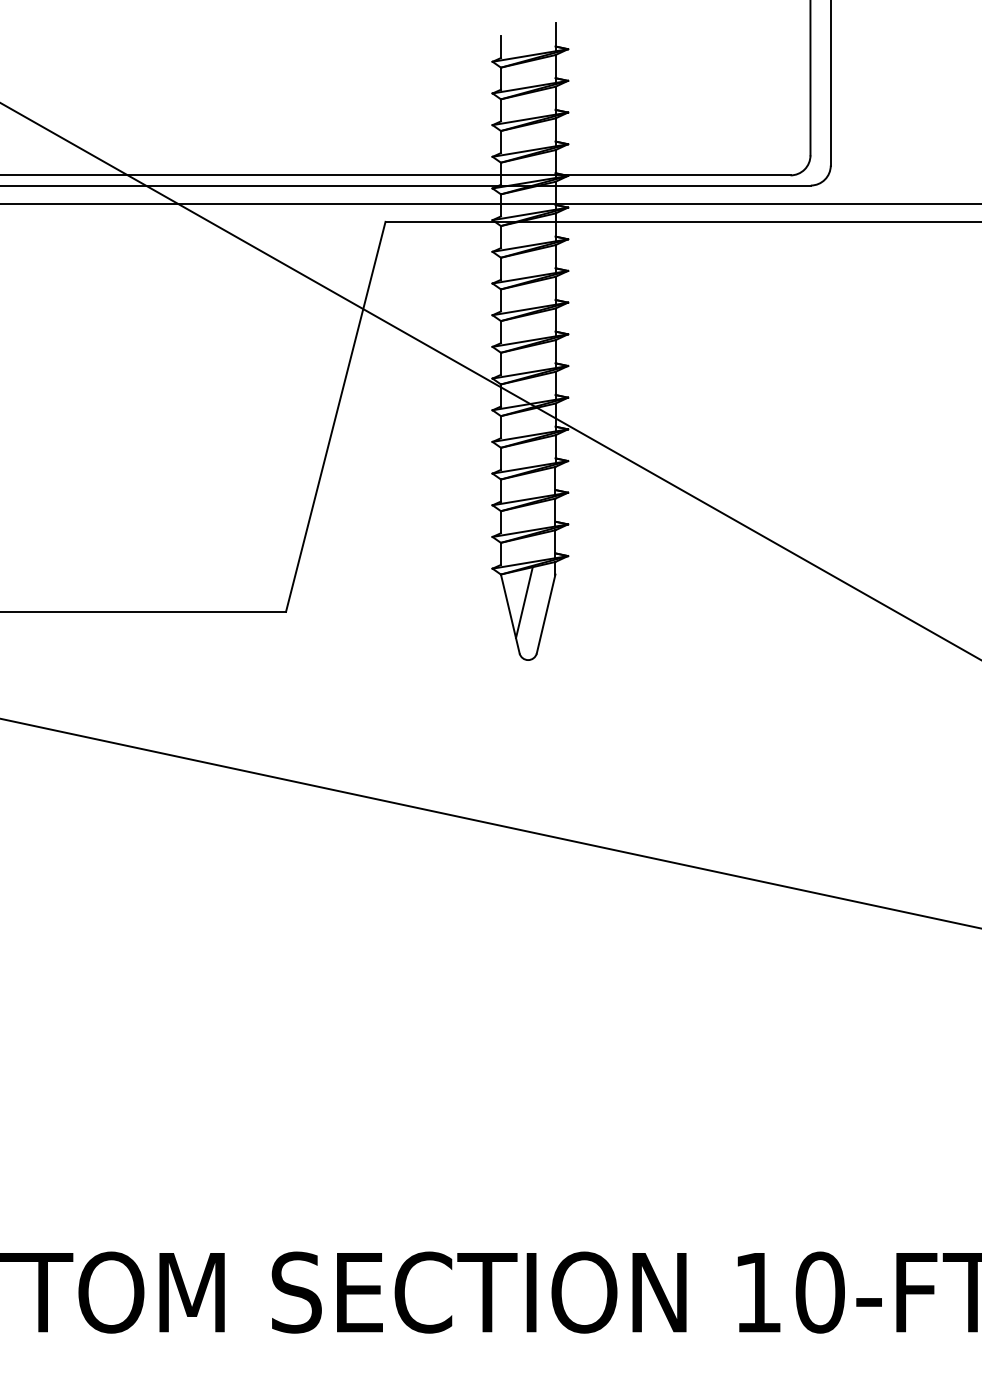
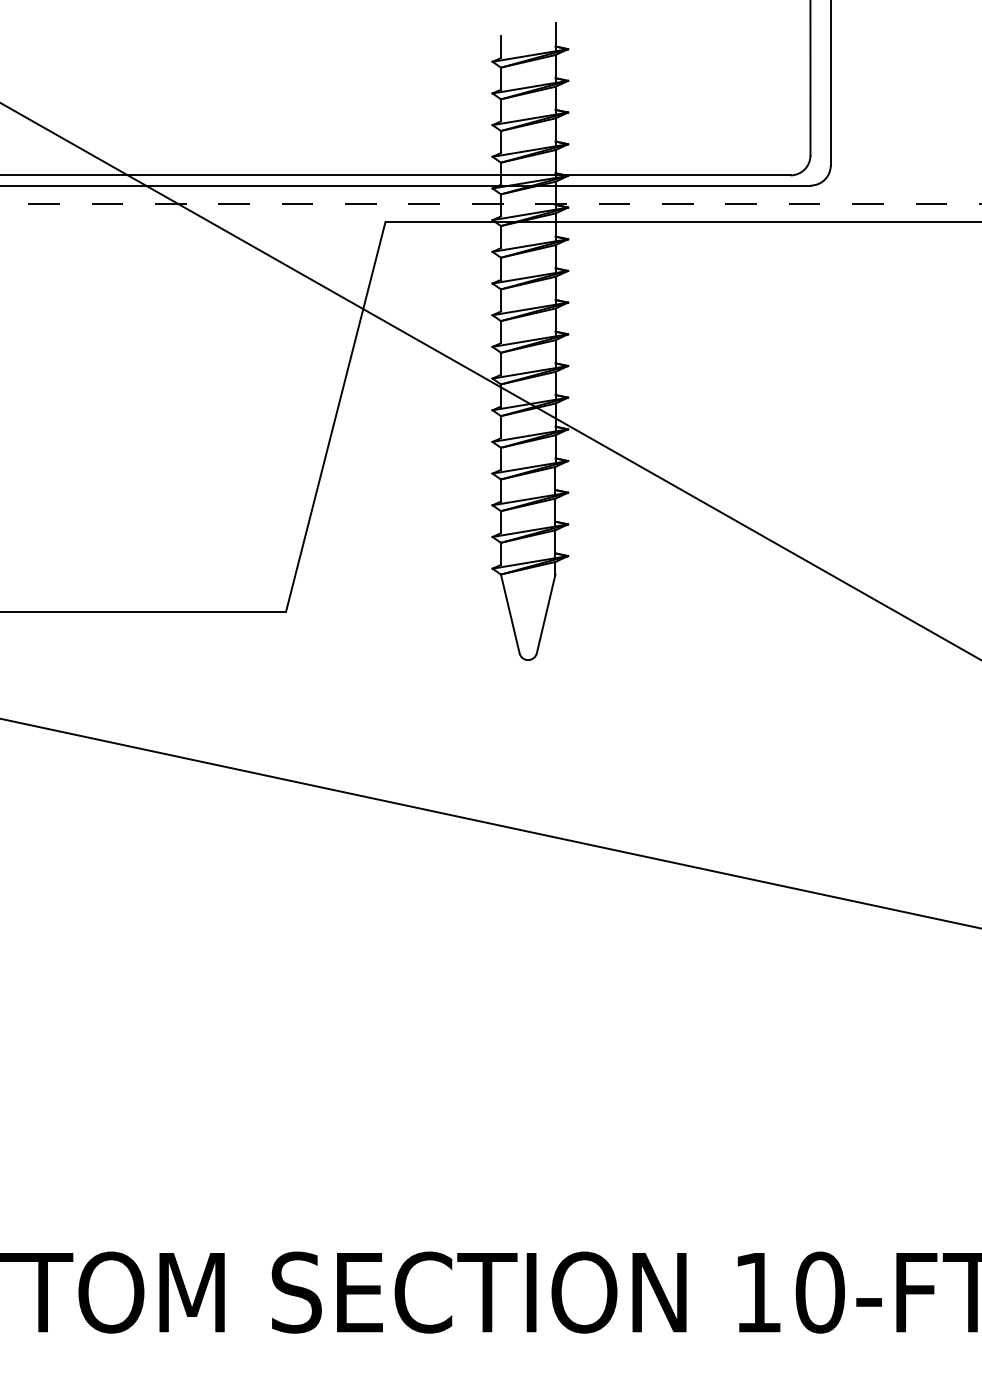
line at (491, 203): solid -> dashed
line at (524, 602): present -> none
